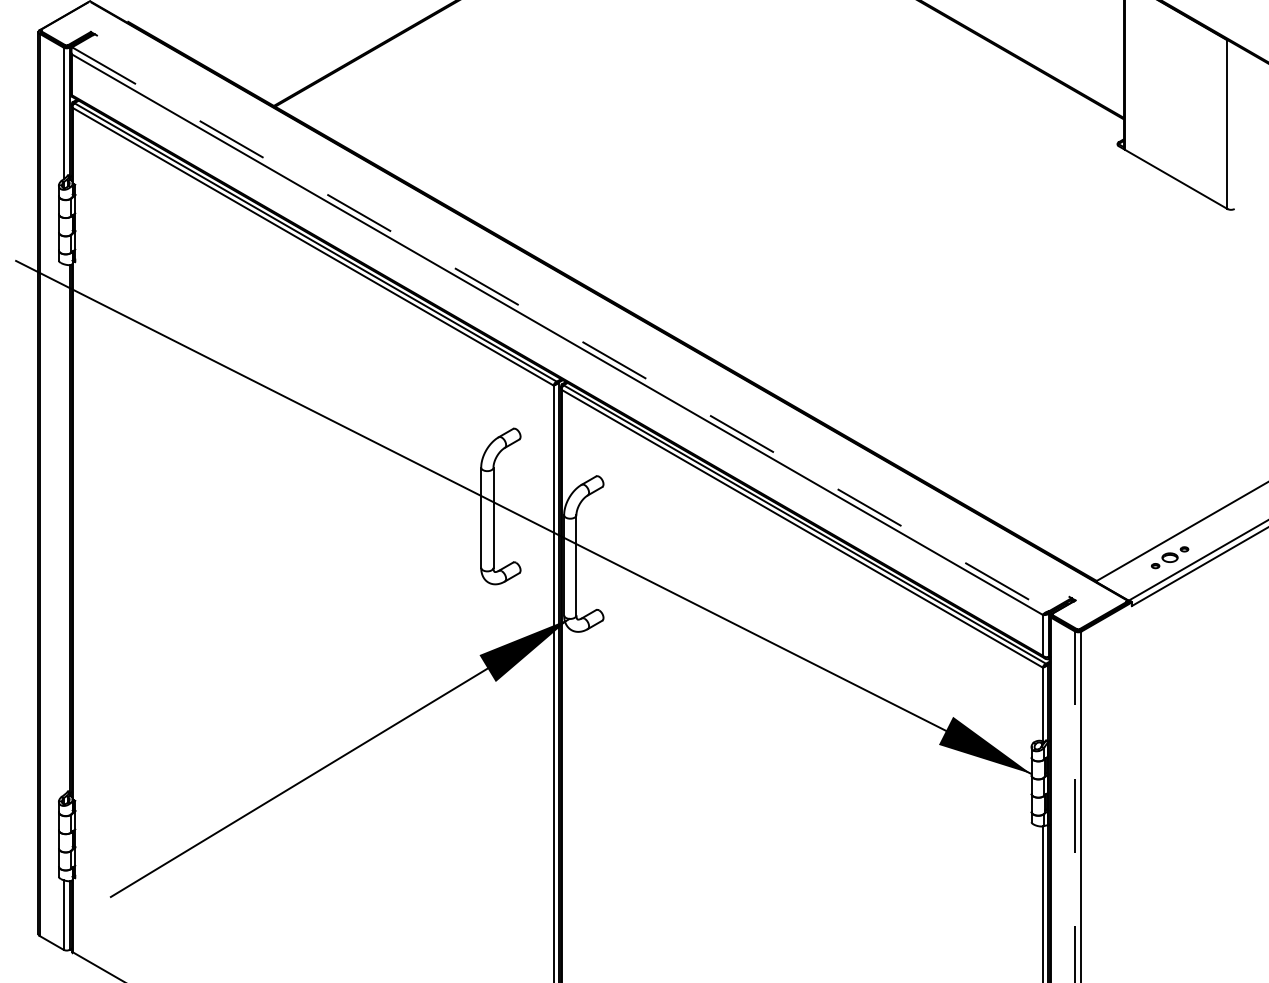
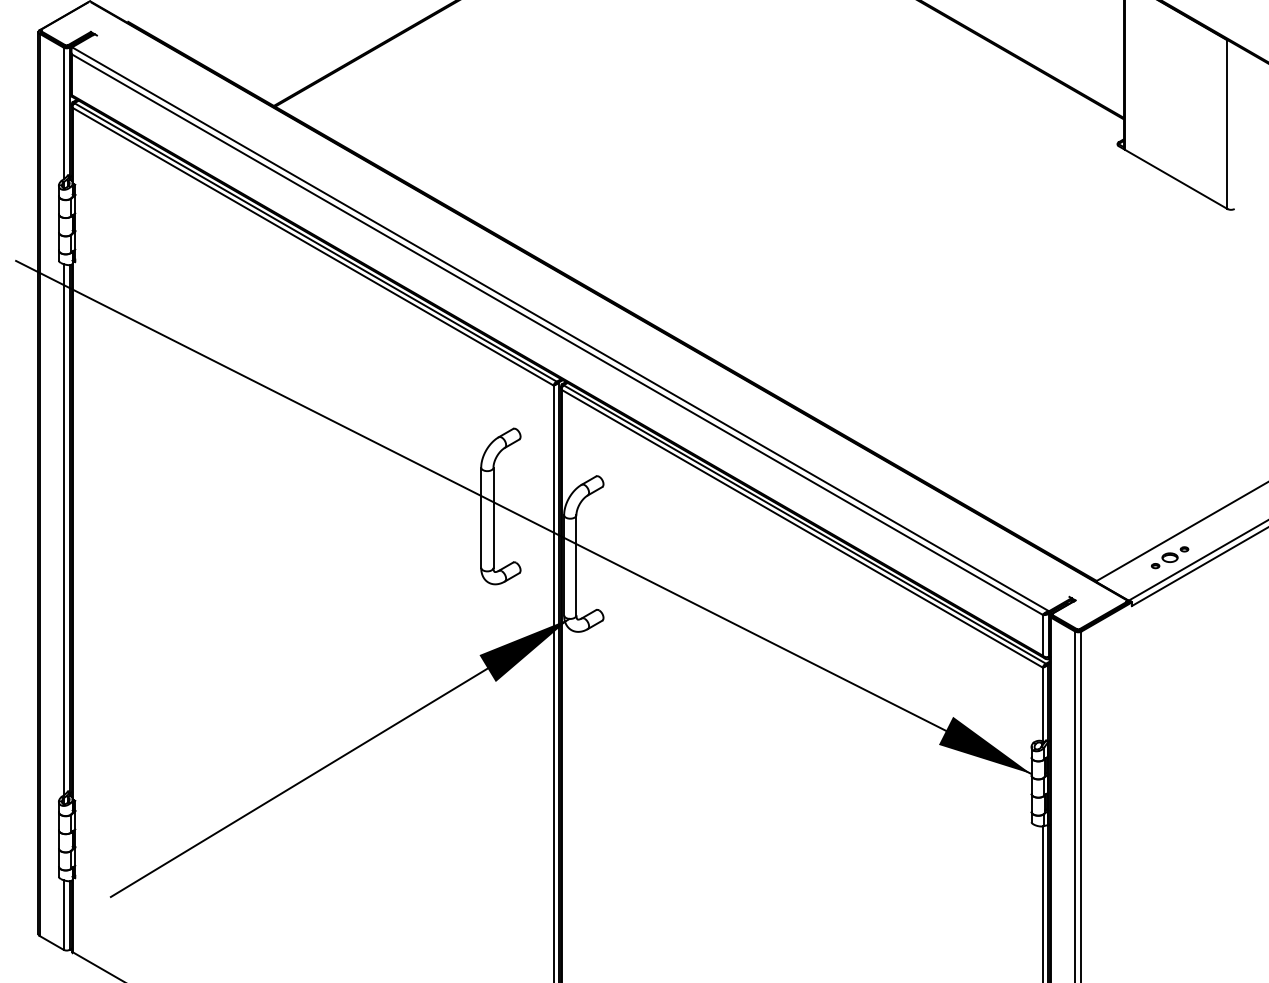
line at (560, 329): dashed -> solid
line at (63, 529): none -> present
line at (1075, 807): dashed -> solid
